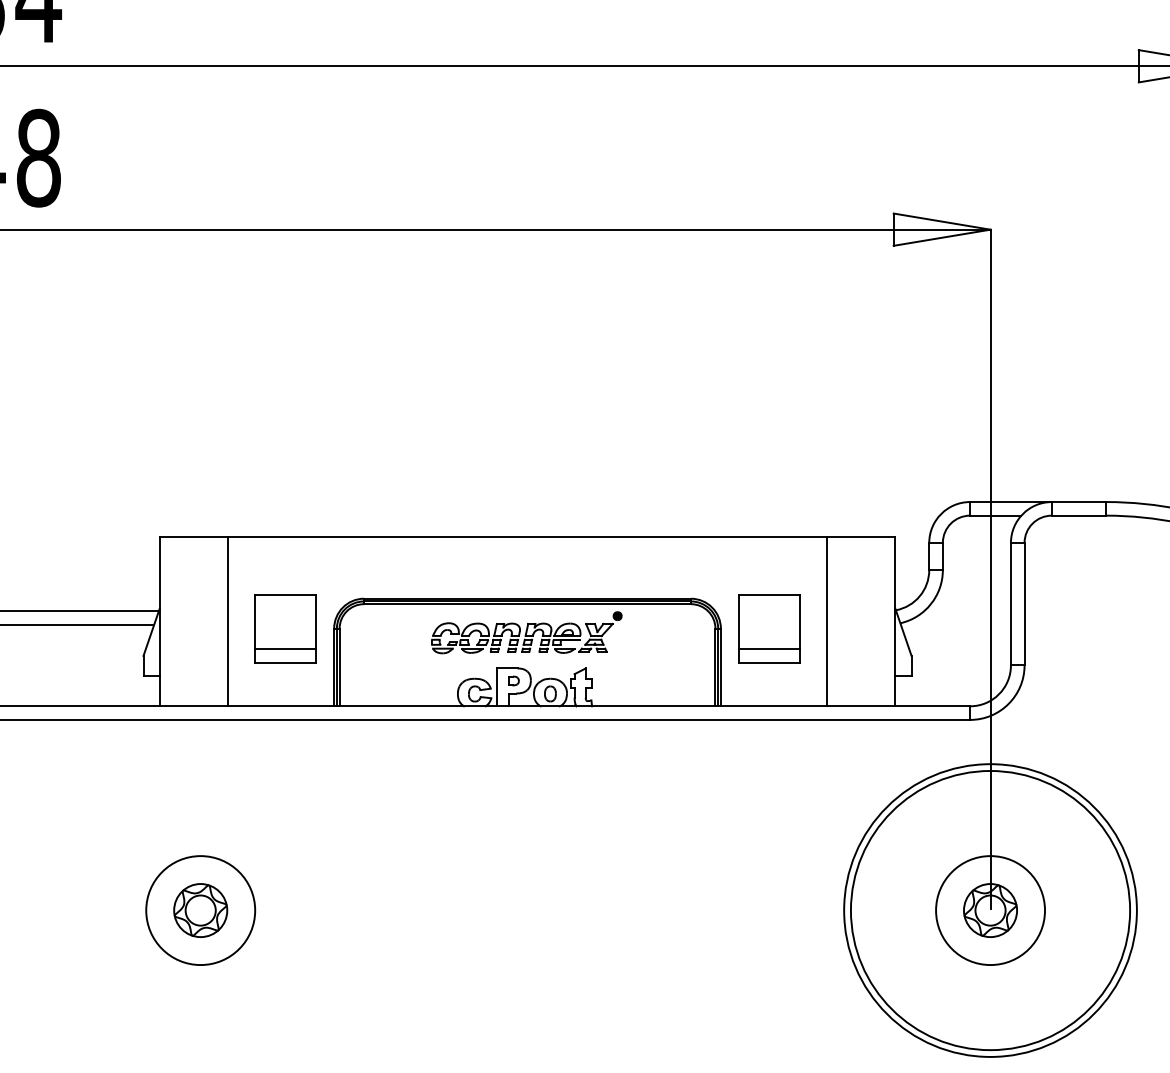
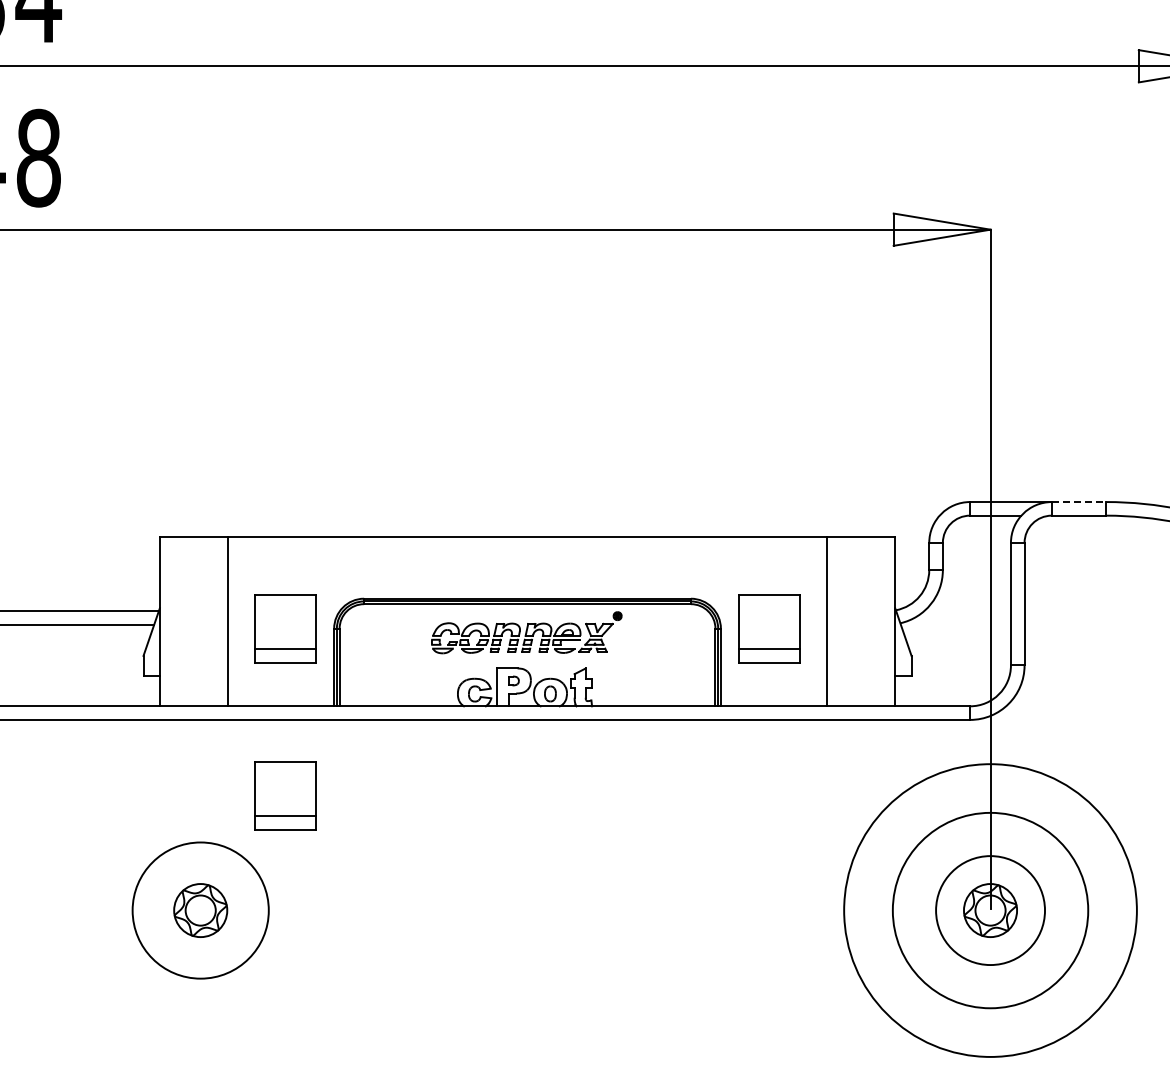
line at (1079, 502): solid -> dashed
part at (285, 795): none -> present
circle at (200, 910) diameter: 109 px -> 136 px
circle at (990, 910) diameter: 279 px -> 195 px
